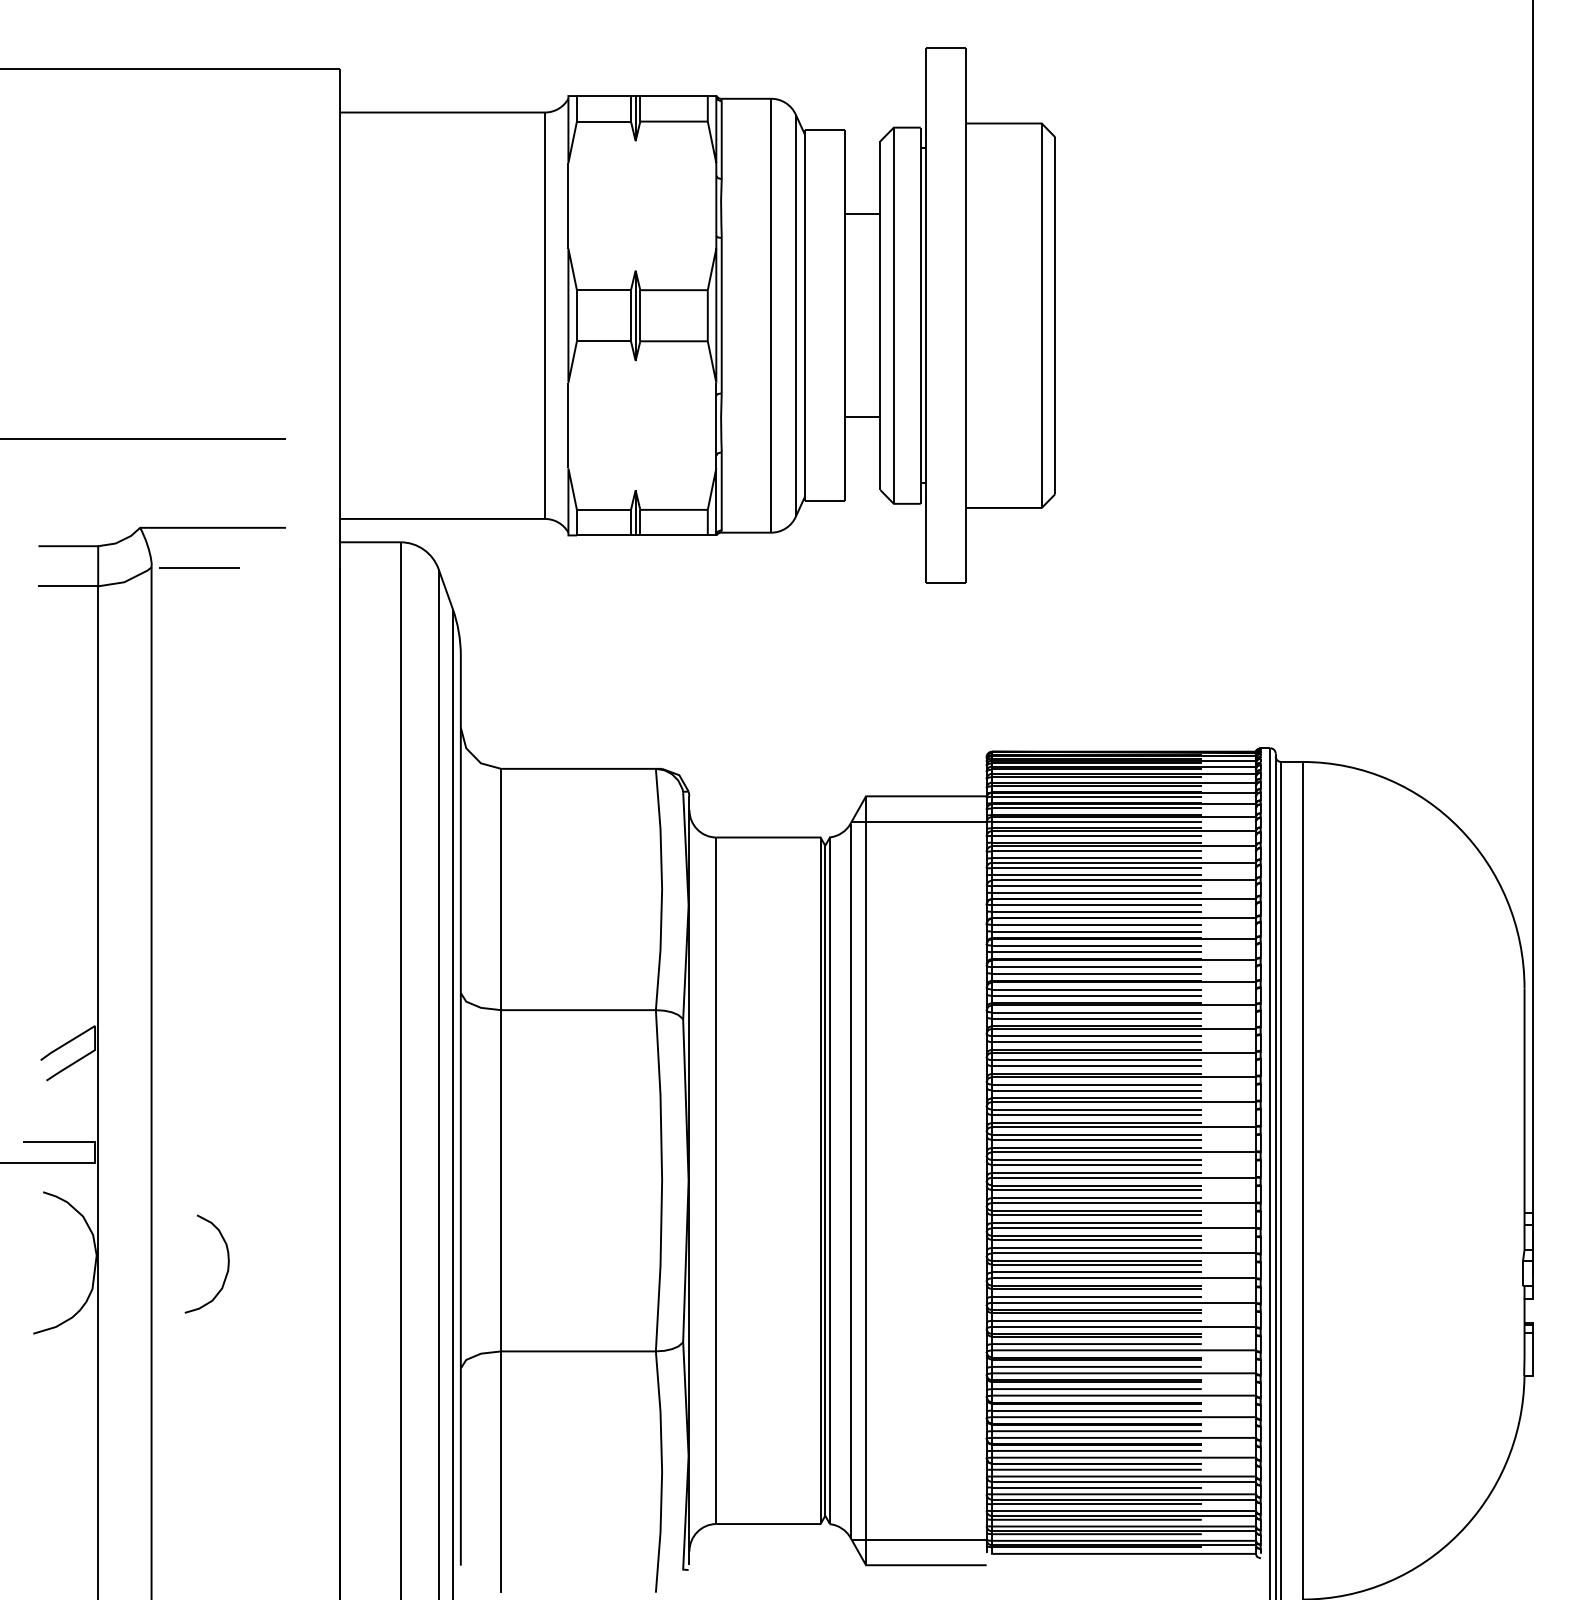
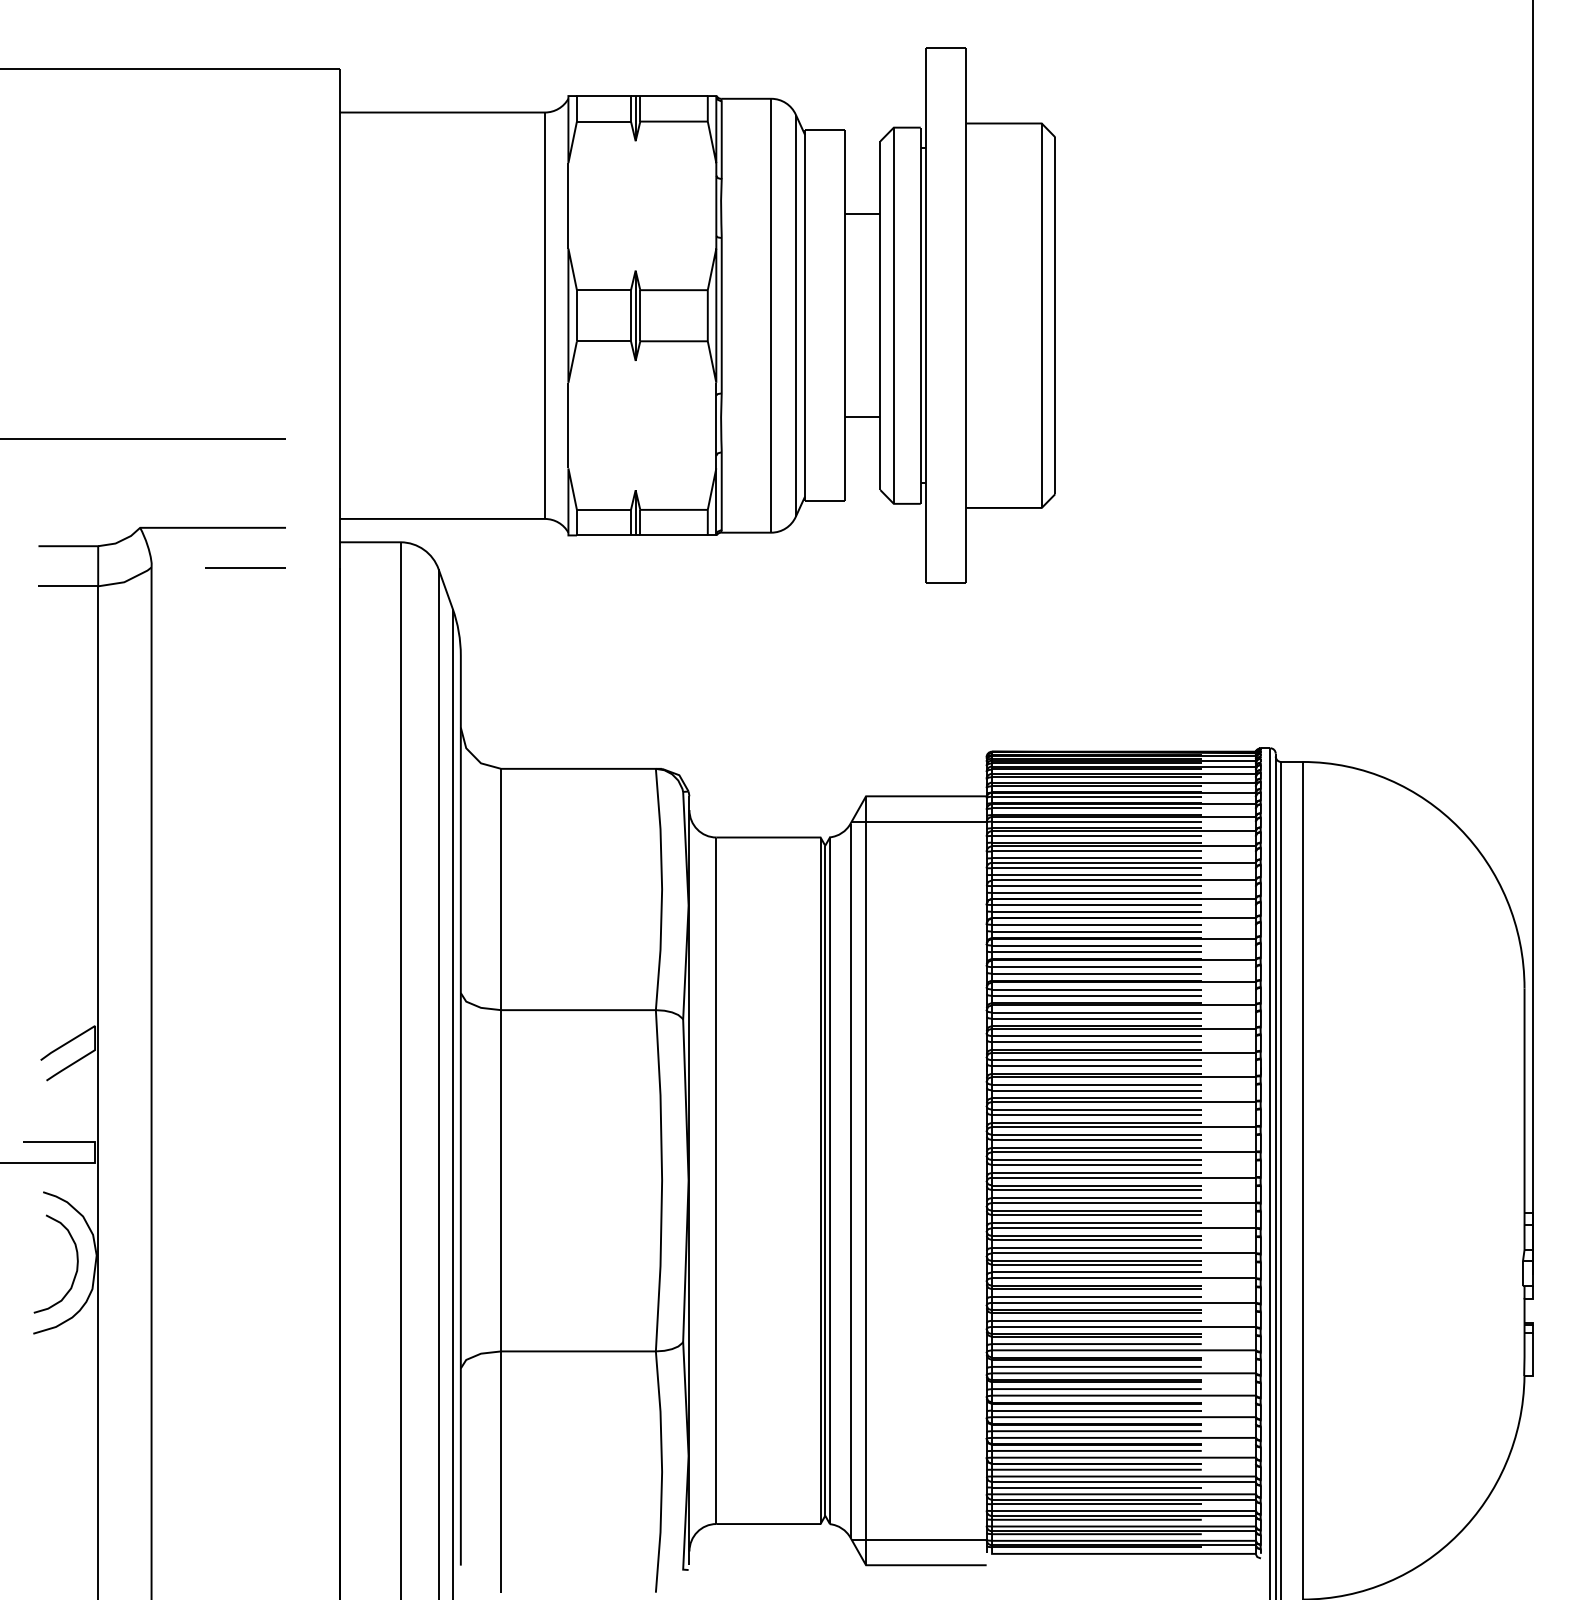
line at (199, 567) position: (199, 567) -> (245, 567)
curve at (227, 1263) position: (227, 1263) -> (76, 1263)
